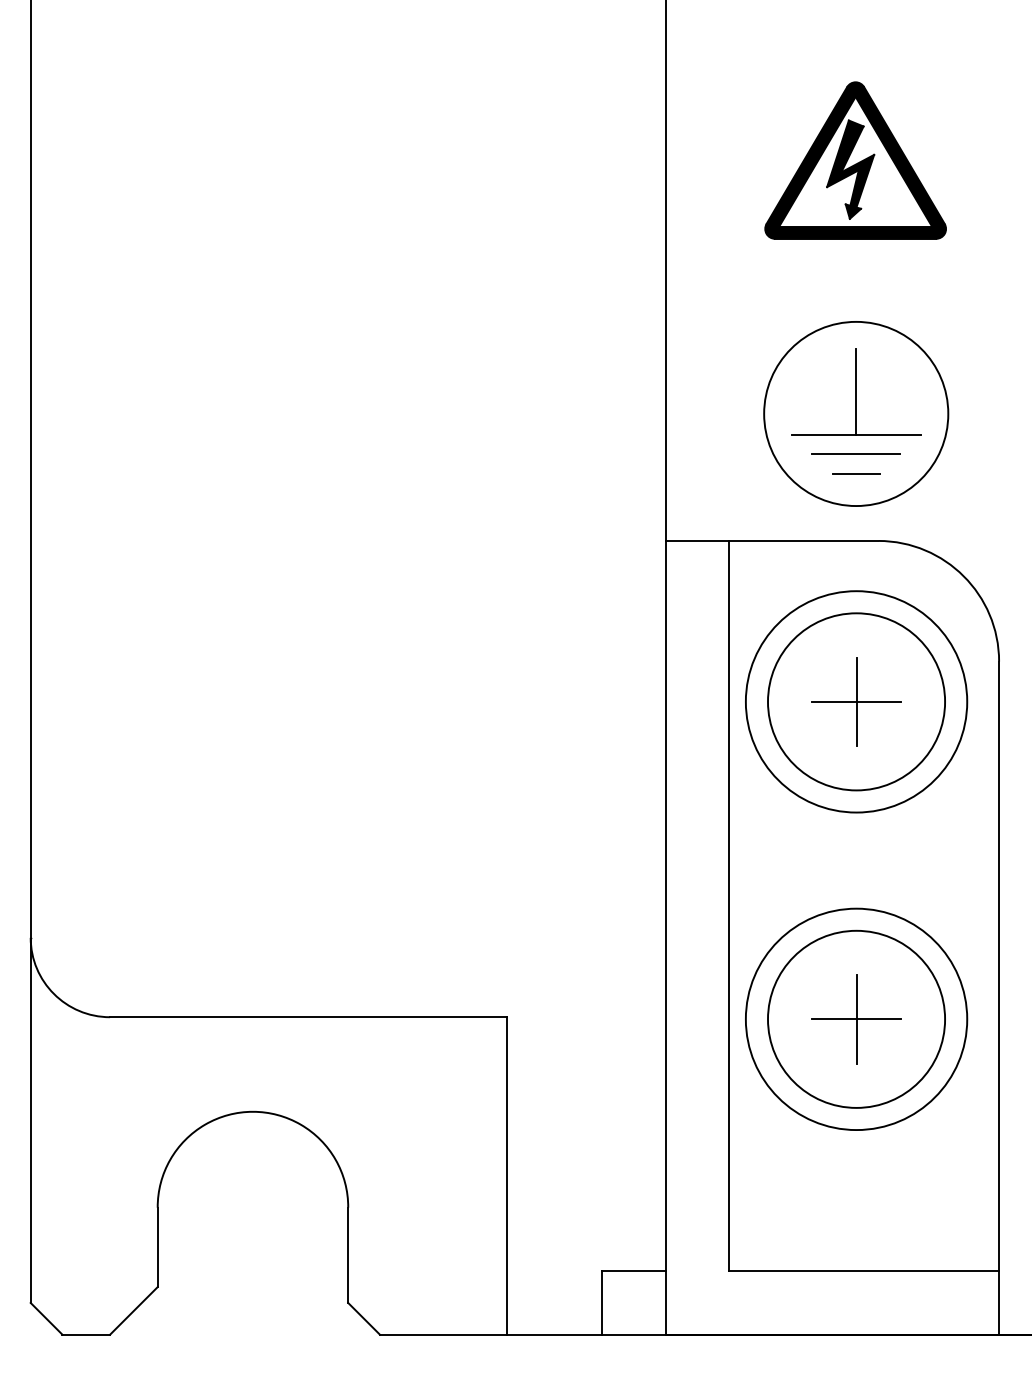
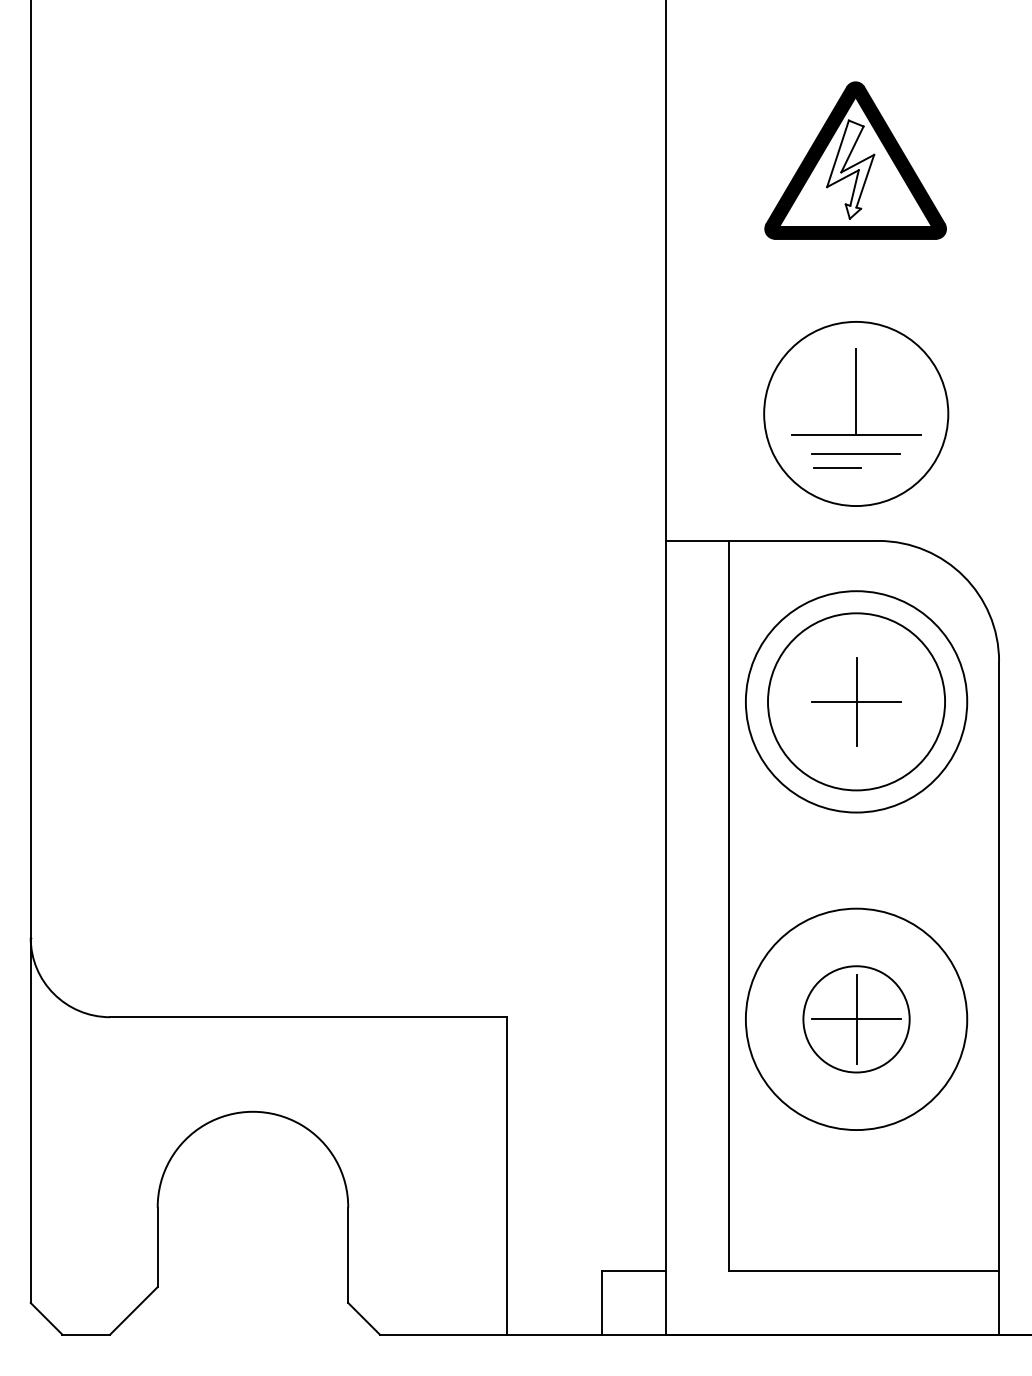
fill at (850, 169): present -> none
line at (856, 473) position: (856, 473) -> (837, 467)
circle at (856, 1018) diameter: 177 px -> 106 px
